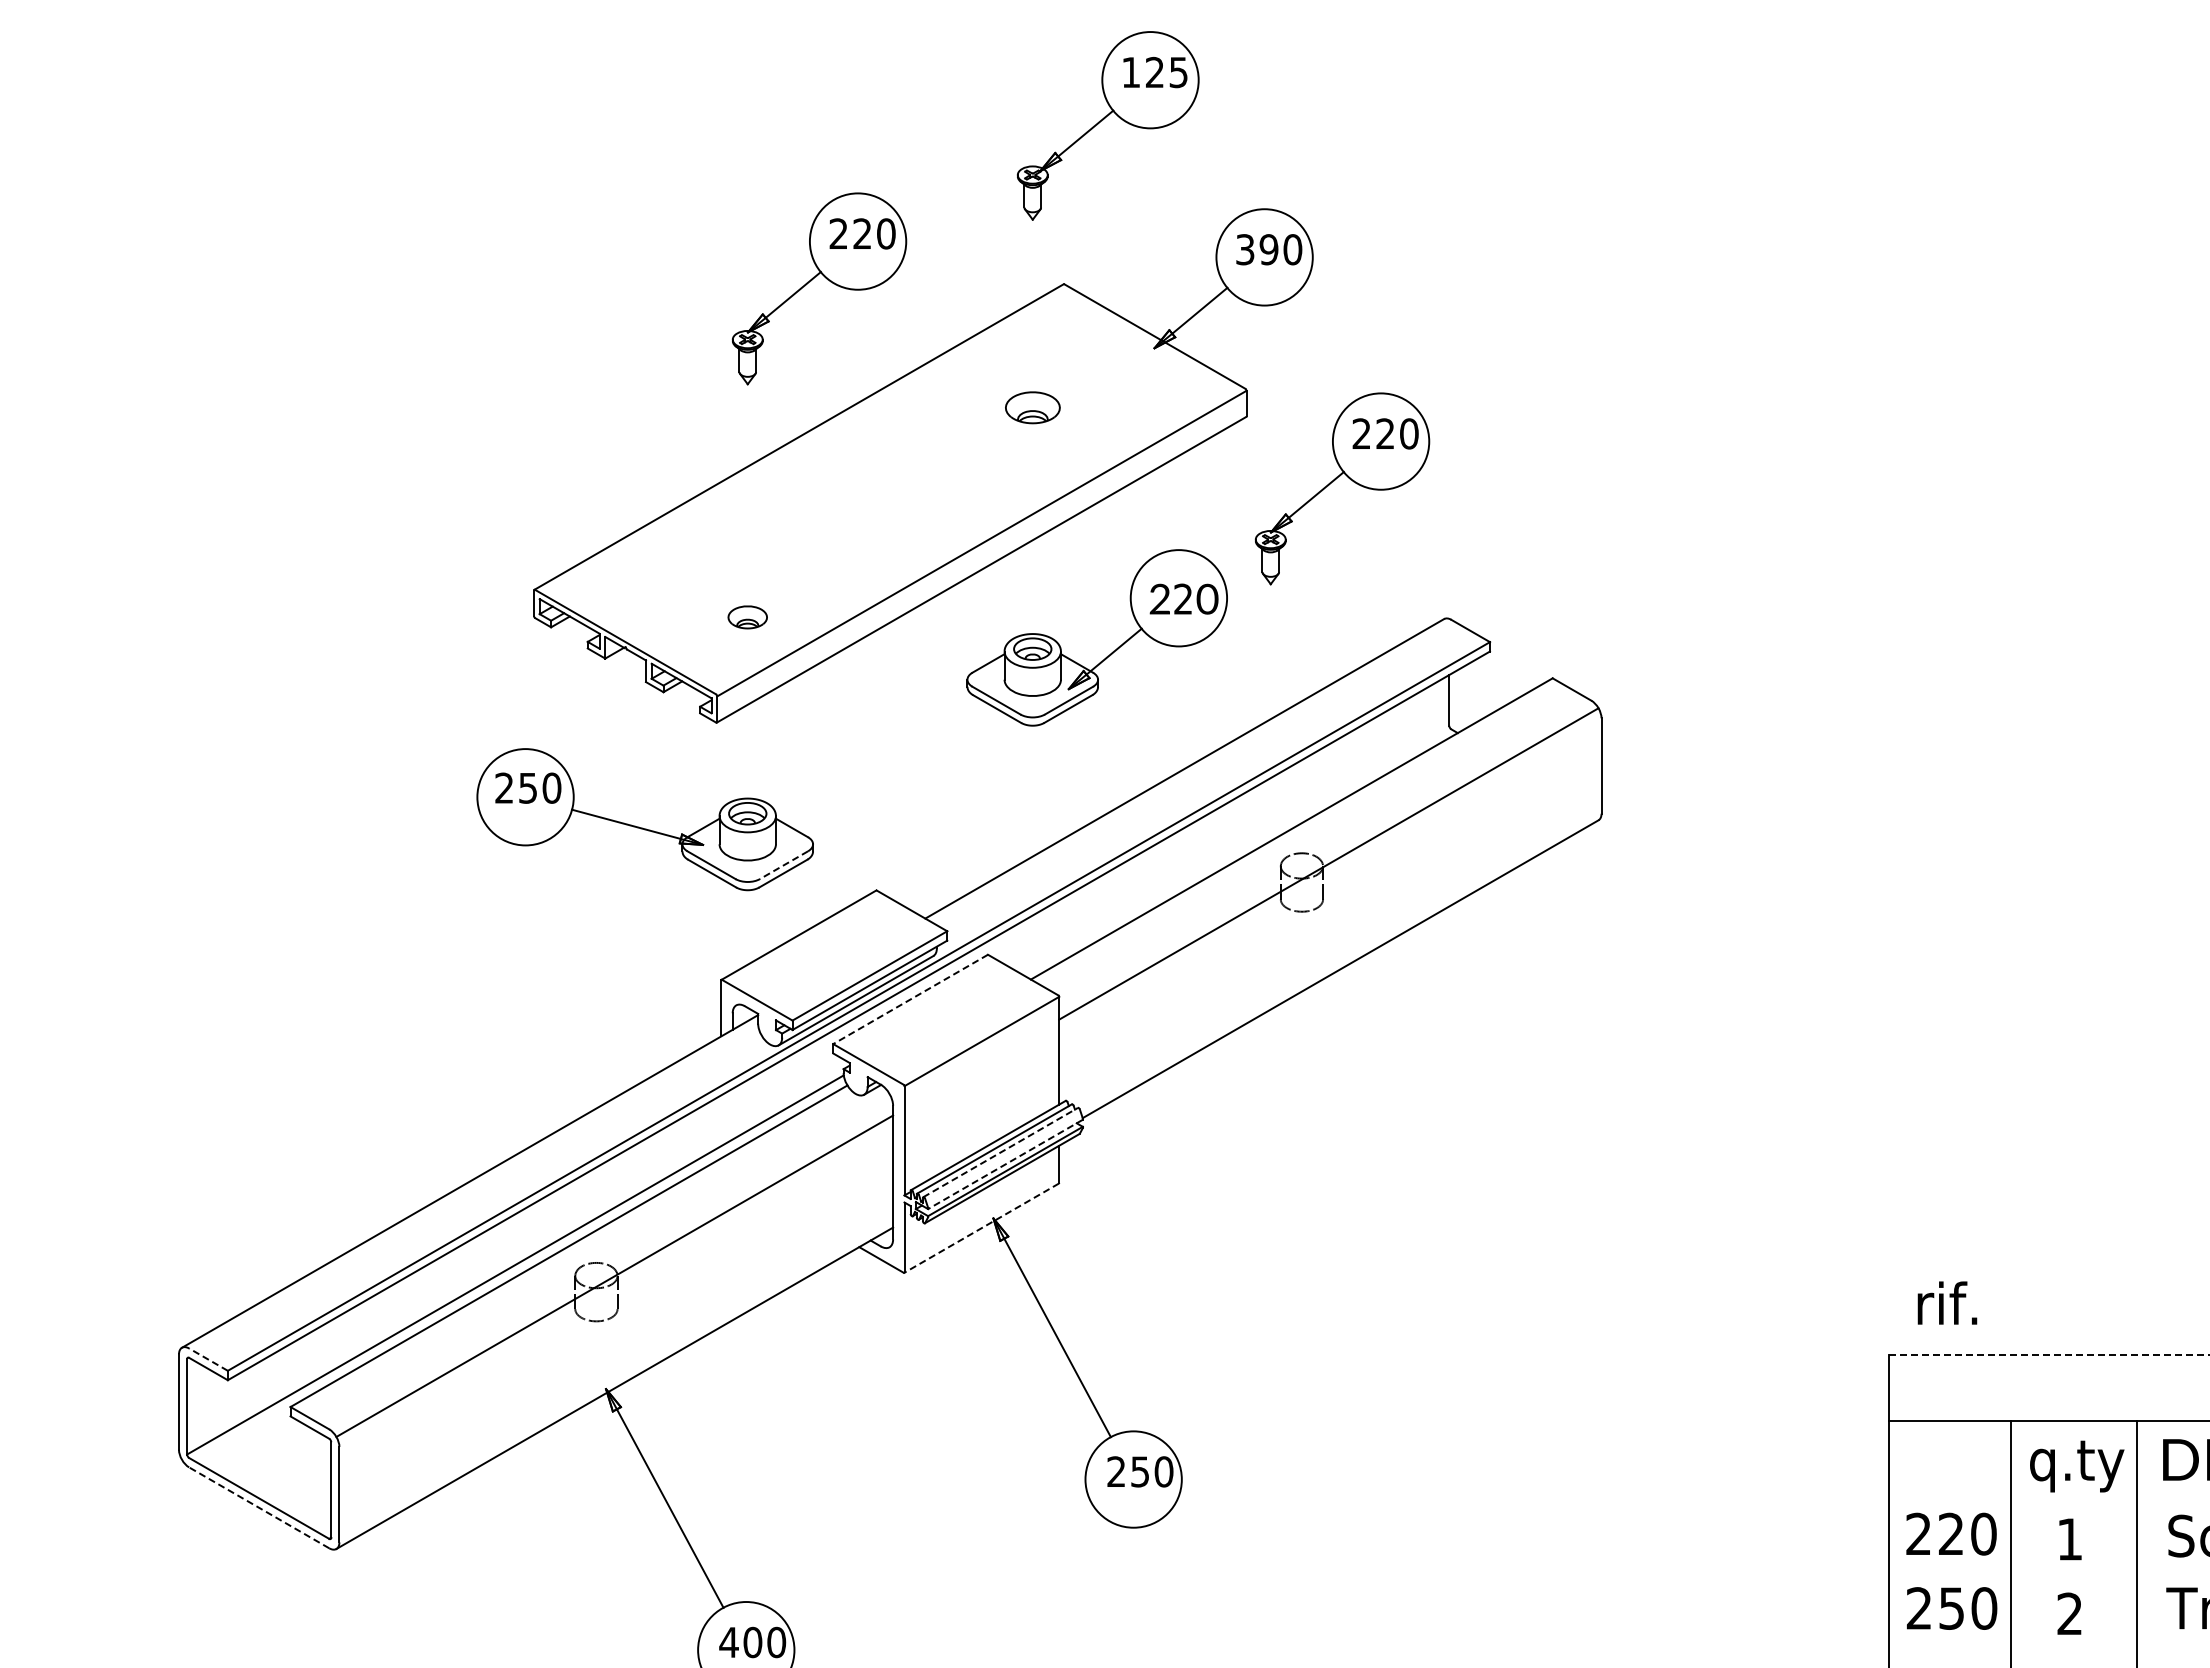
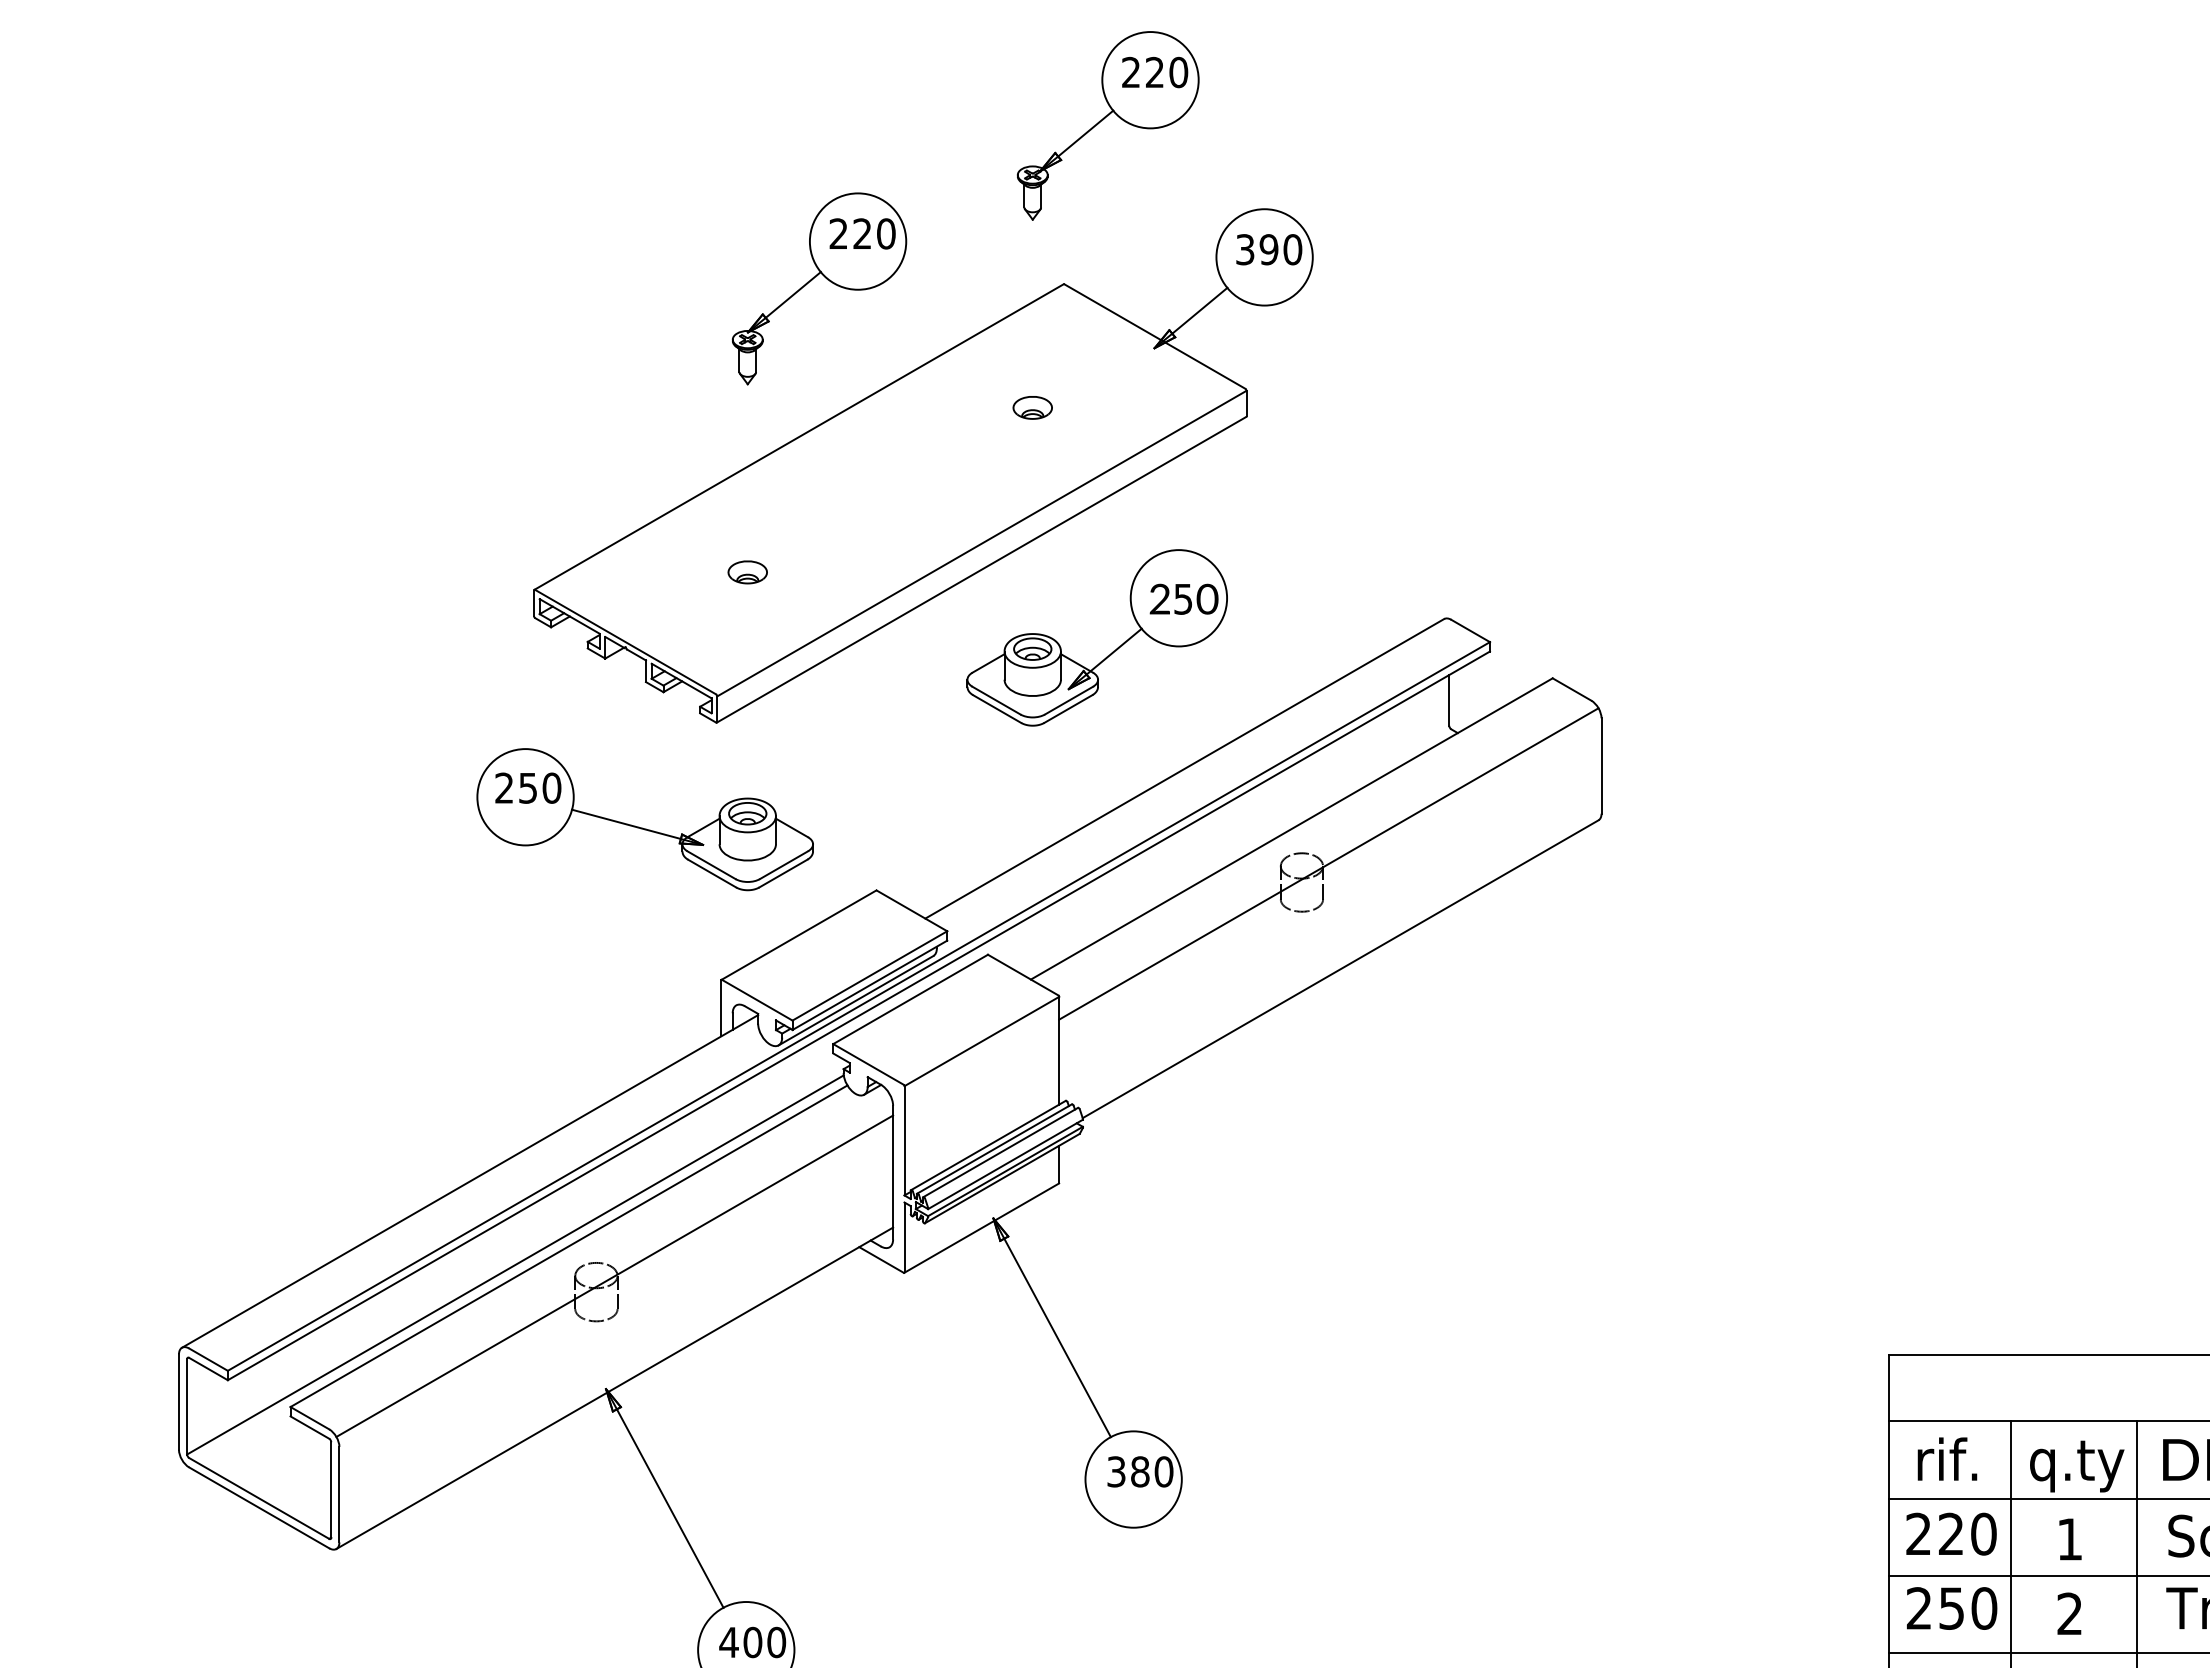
text at (1155, 72): 125 -> 220
part at (1032, 407) size: 56x34 px -> 41x24 px
part at (1335, 480): present -> none
text at (1183, 598): 2 -> 5
part at (747, 617) position: (747, 617) -> (747, 572)
line at (784, 865): dashed -> solid
line at (910, 999): dashed -> solid
line at (1000, 1152): dashed -> solid
line at (1005, 1164): dashed -> solid
line at (981, 1228): dashed -> solid
text at (1947, 1302) position: (1947, 1302) -> (1947, 1458)
line at (2049, 1354): dashed -> solid
line at (208, 1359): dashed -> solid
text at (1128, 1471): 250 -> 380
line at (2047, 1498): none -> present
line at (259, 1507): dashed -> solid
line at (2047, 1576): none -> present
line at (2047, 1653): none -> present
